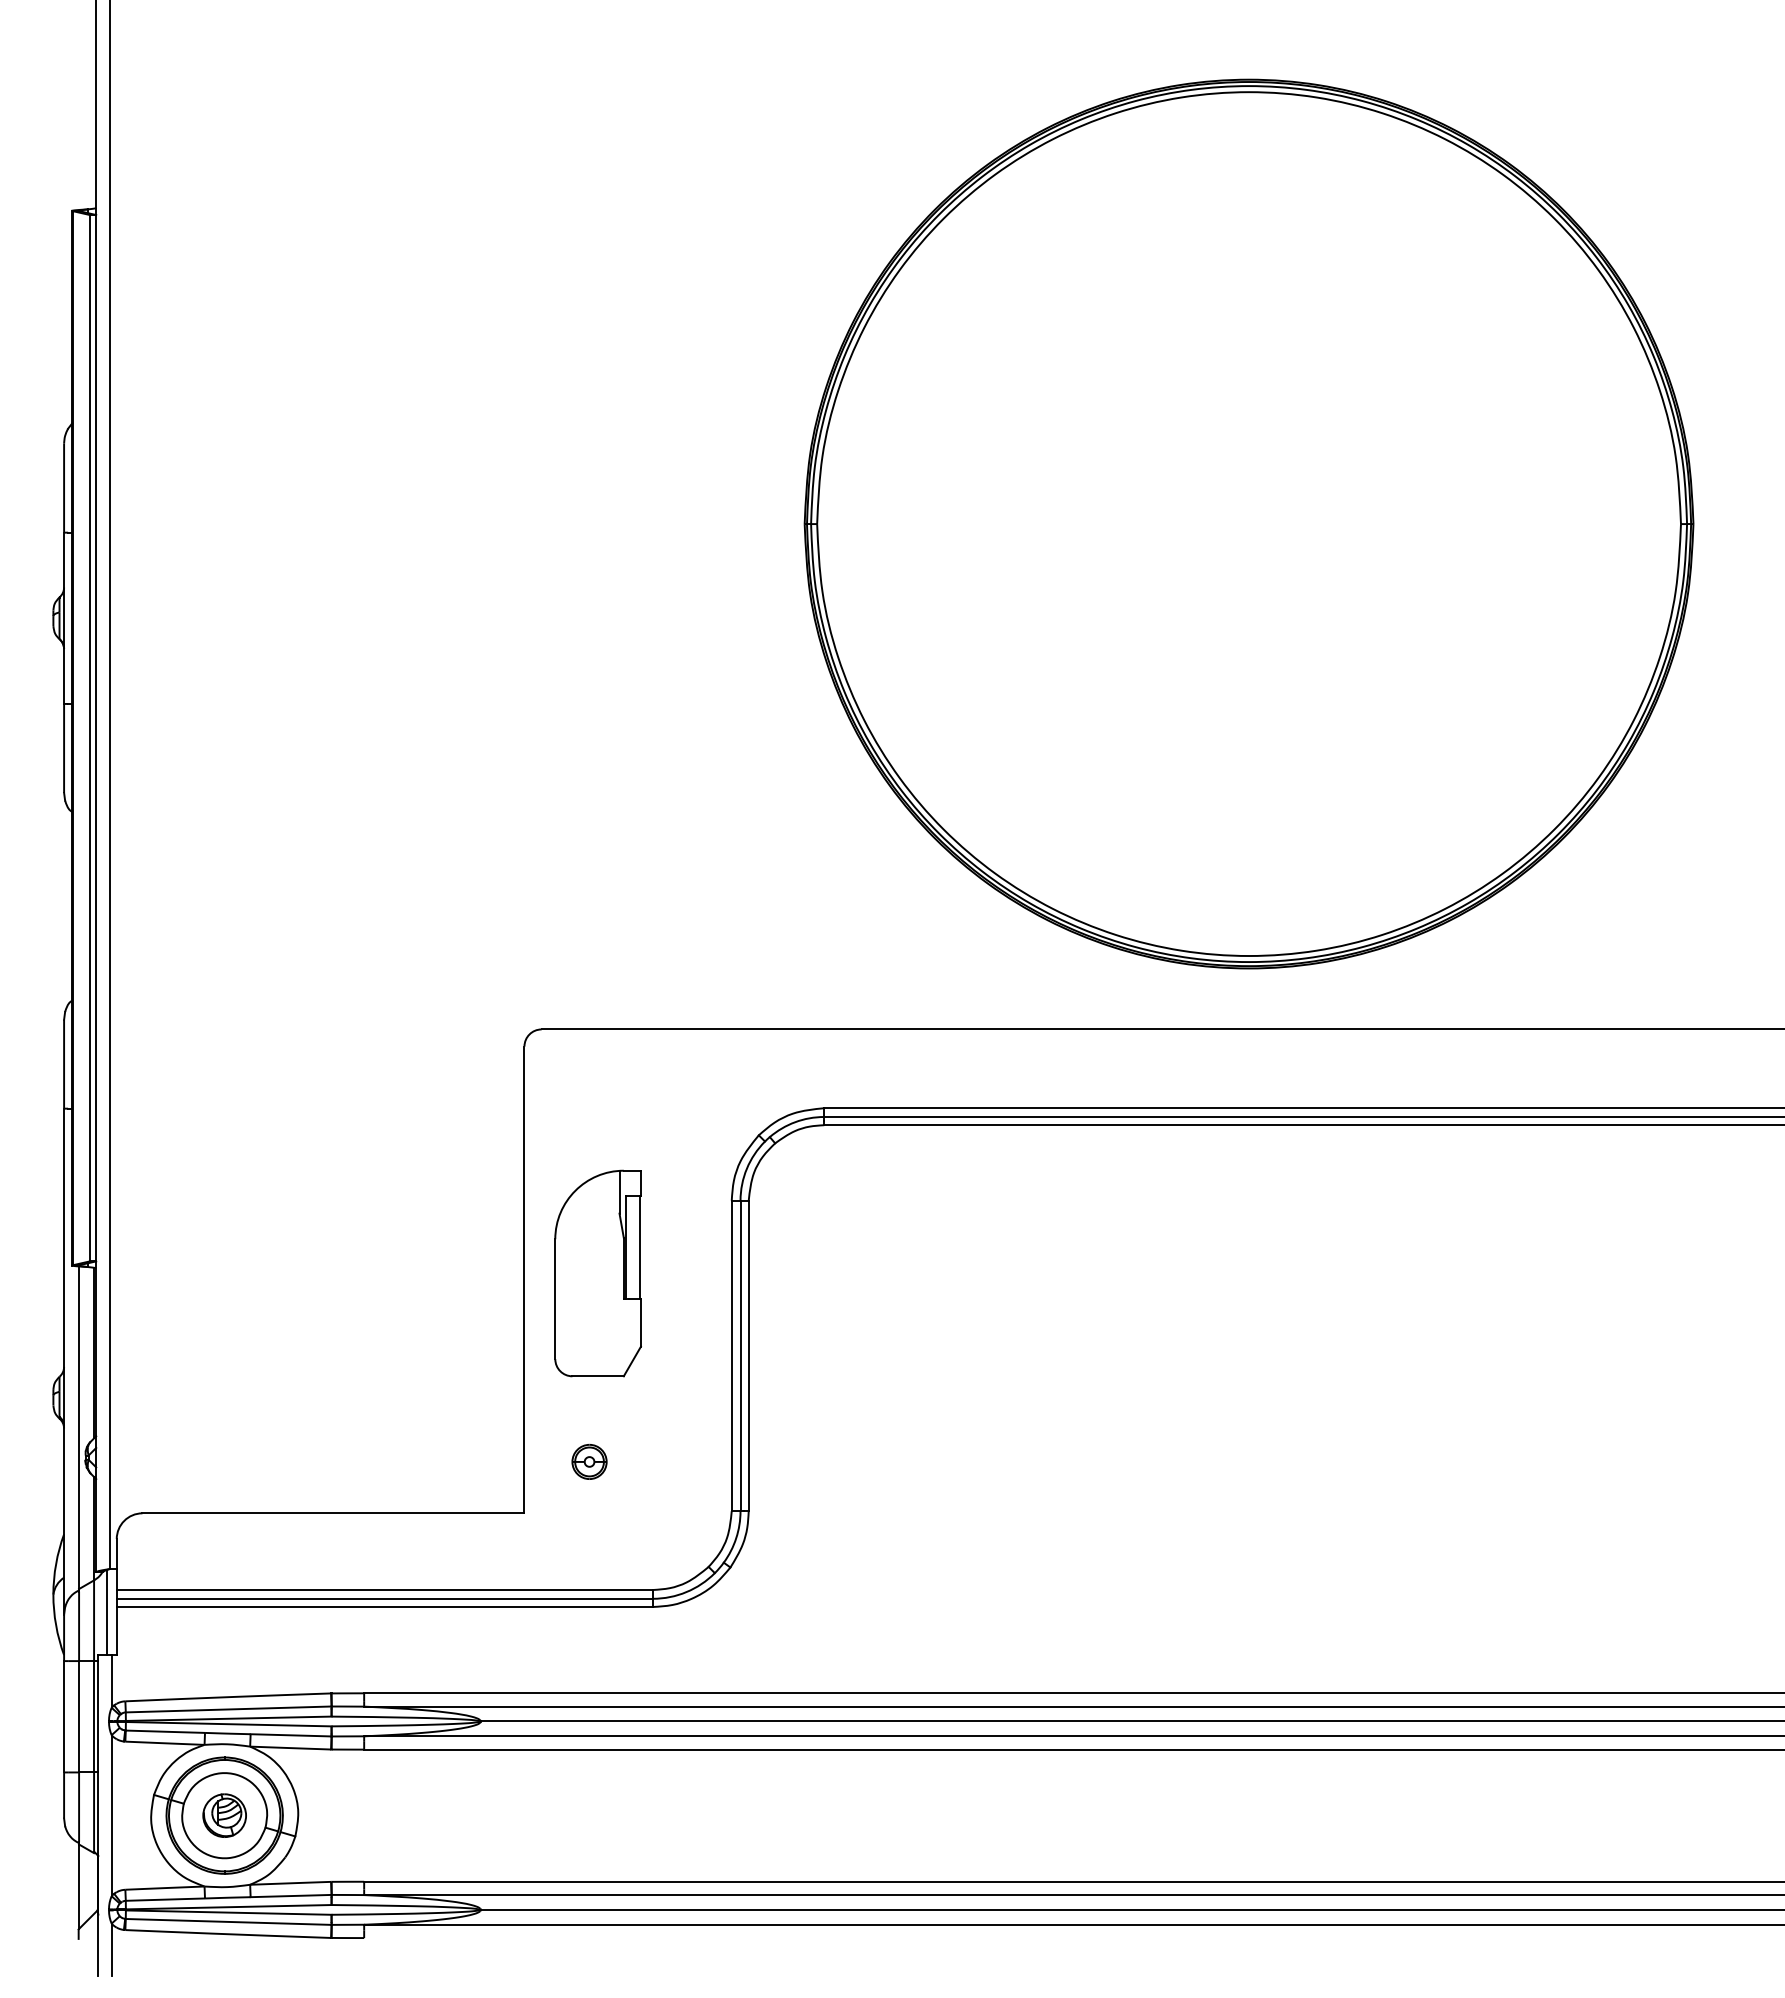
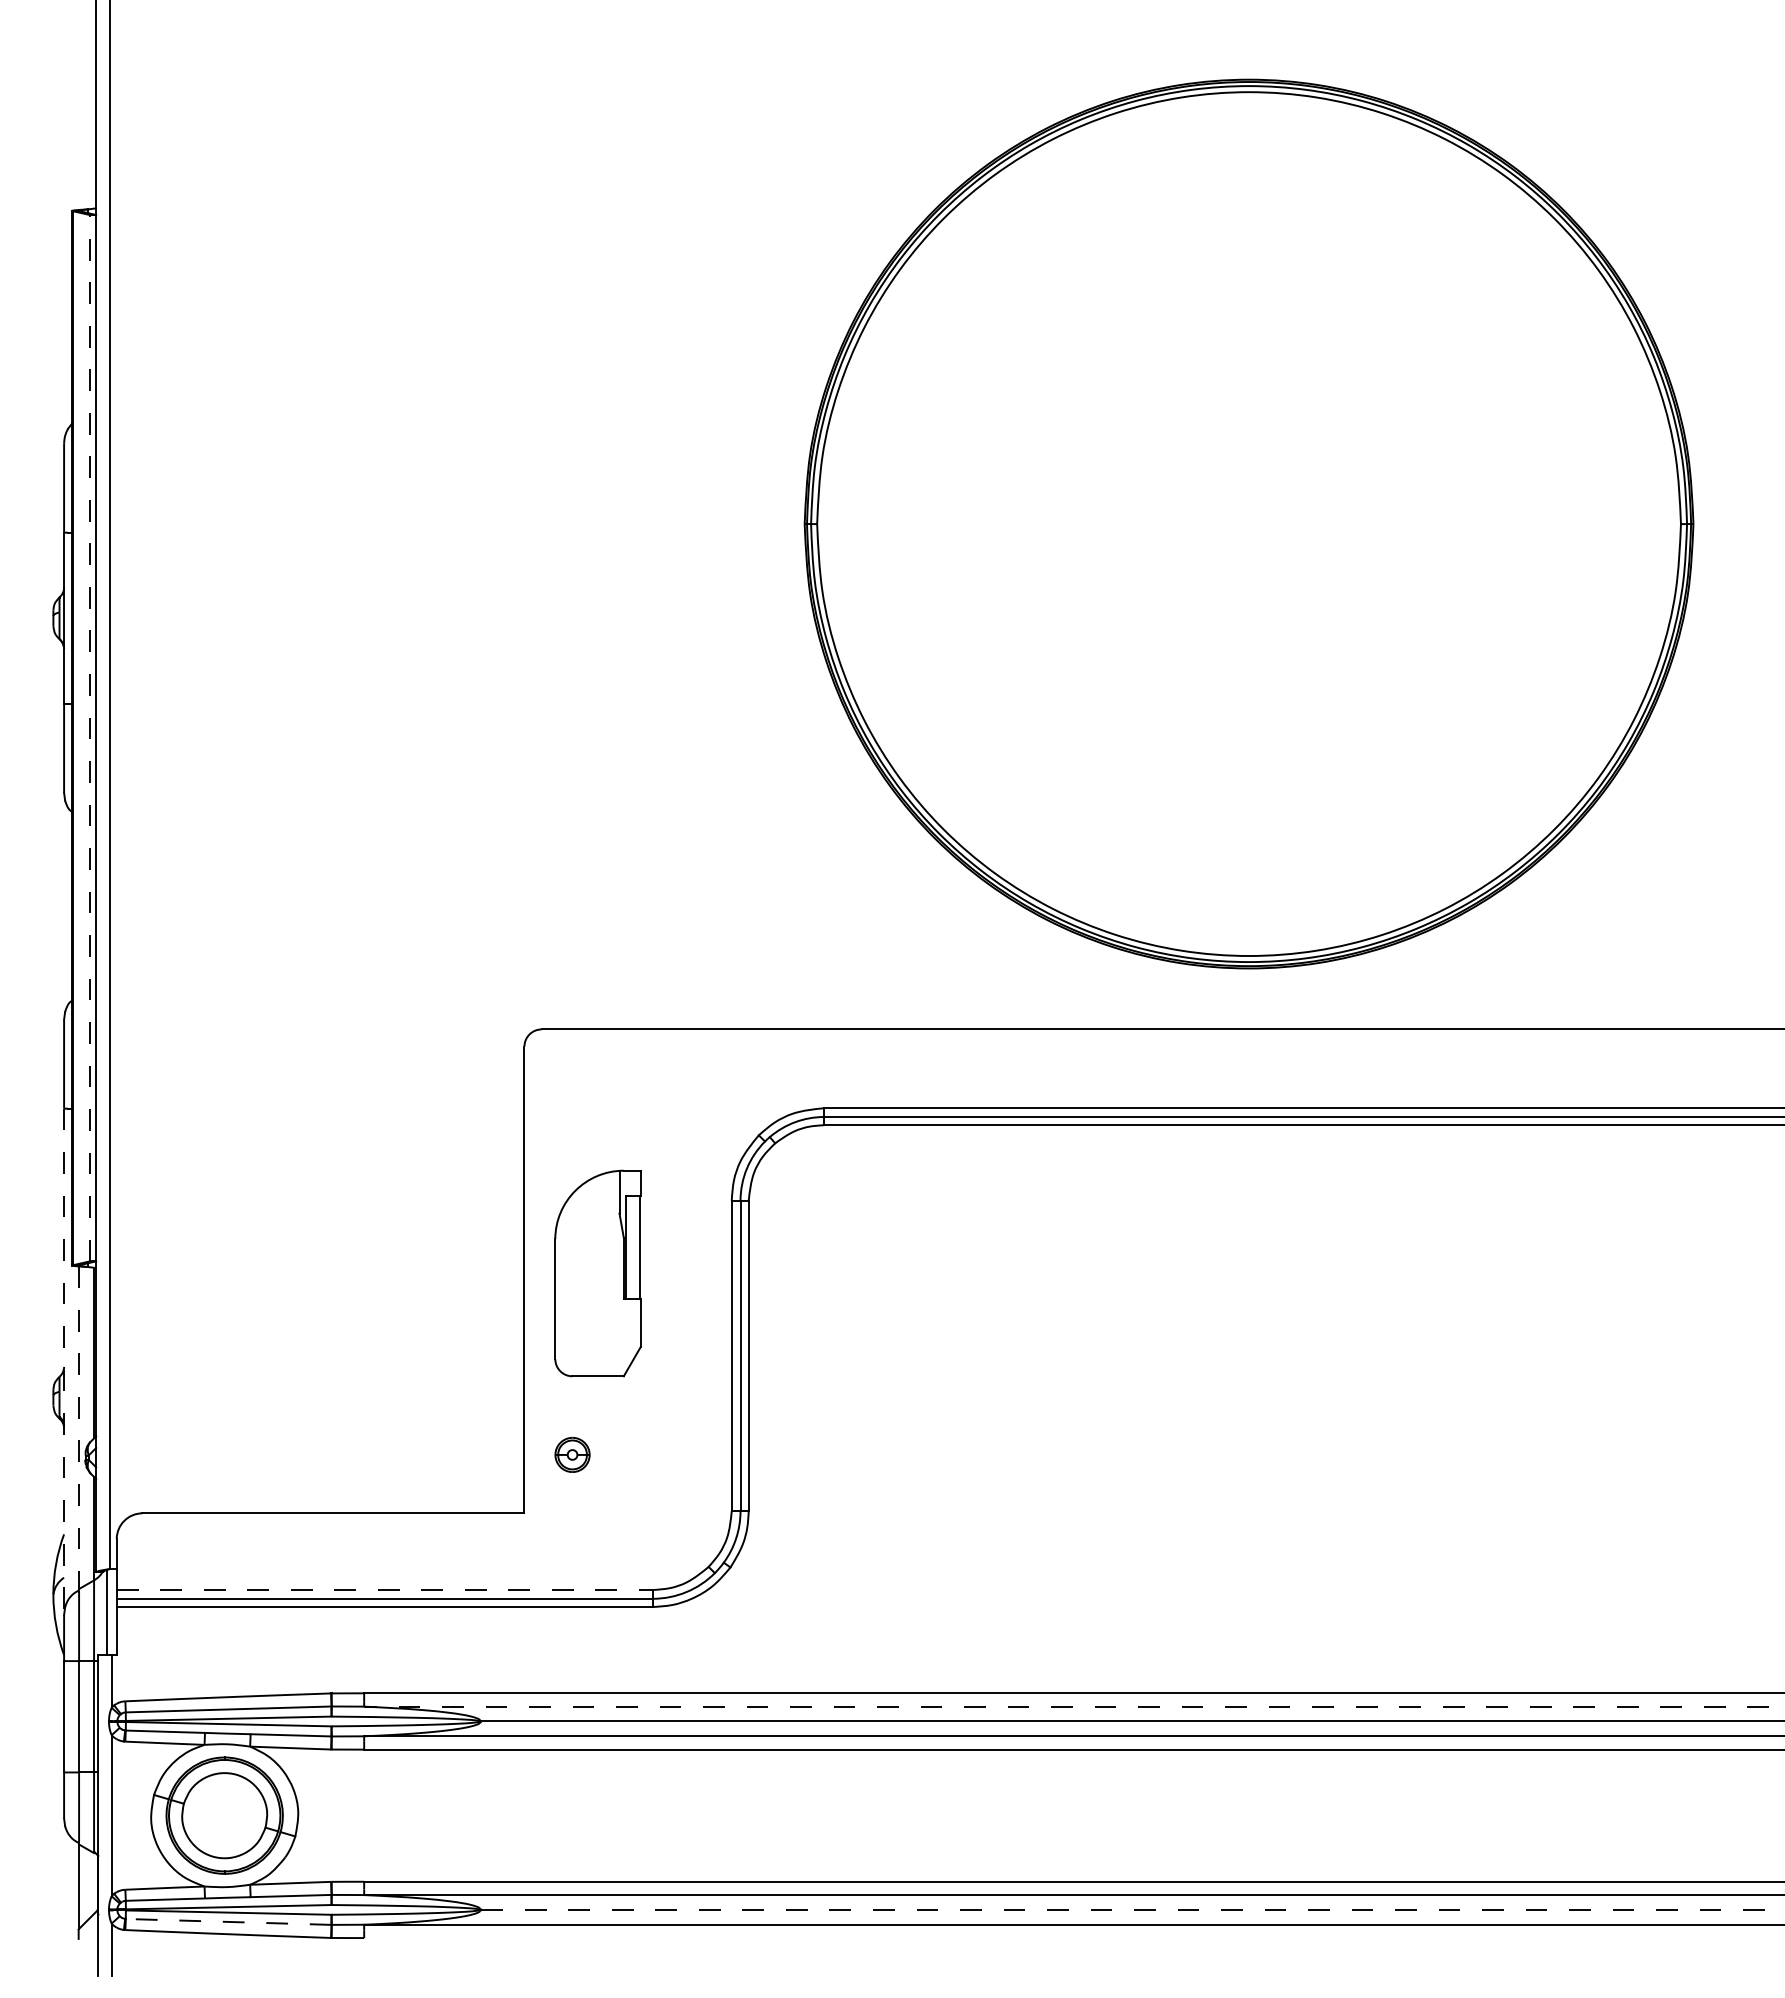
line at (89, 737): solid -> dashed
line at (64, 1361): solid -> dashed
line at (79, 1428): solid -> dashed
part at (589, 1461) position: (589, 1461) -> (572, 1454)
line at (385, 1590): solid -> dashed
line at (1074, 1706): solid -> dashed
part at (224, 1815): present -> none
line at (1133, 1909): solid -> dashed
line at (228, 1921): solid -> dashed
